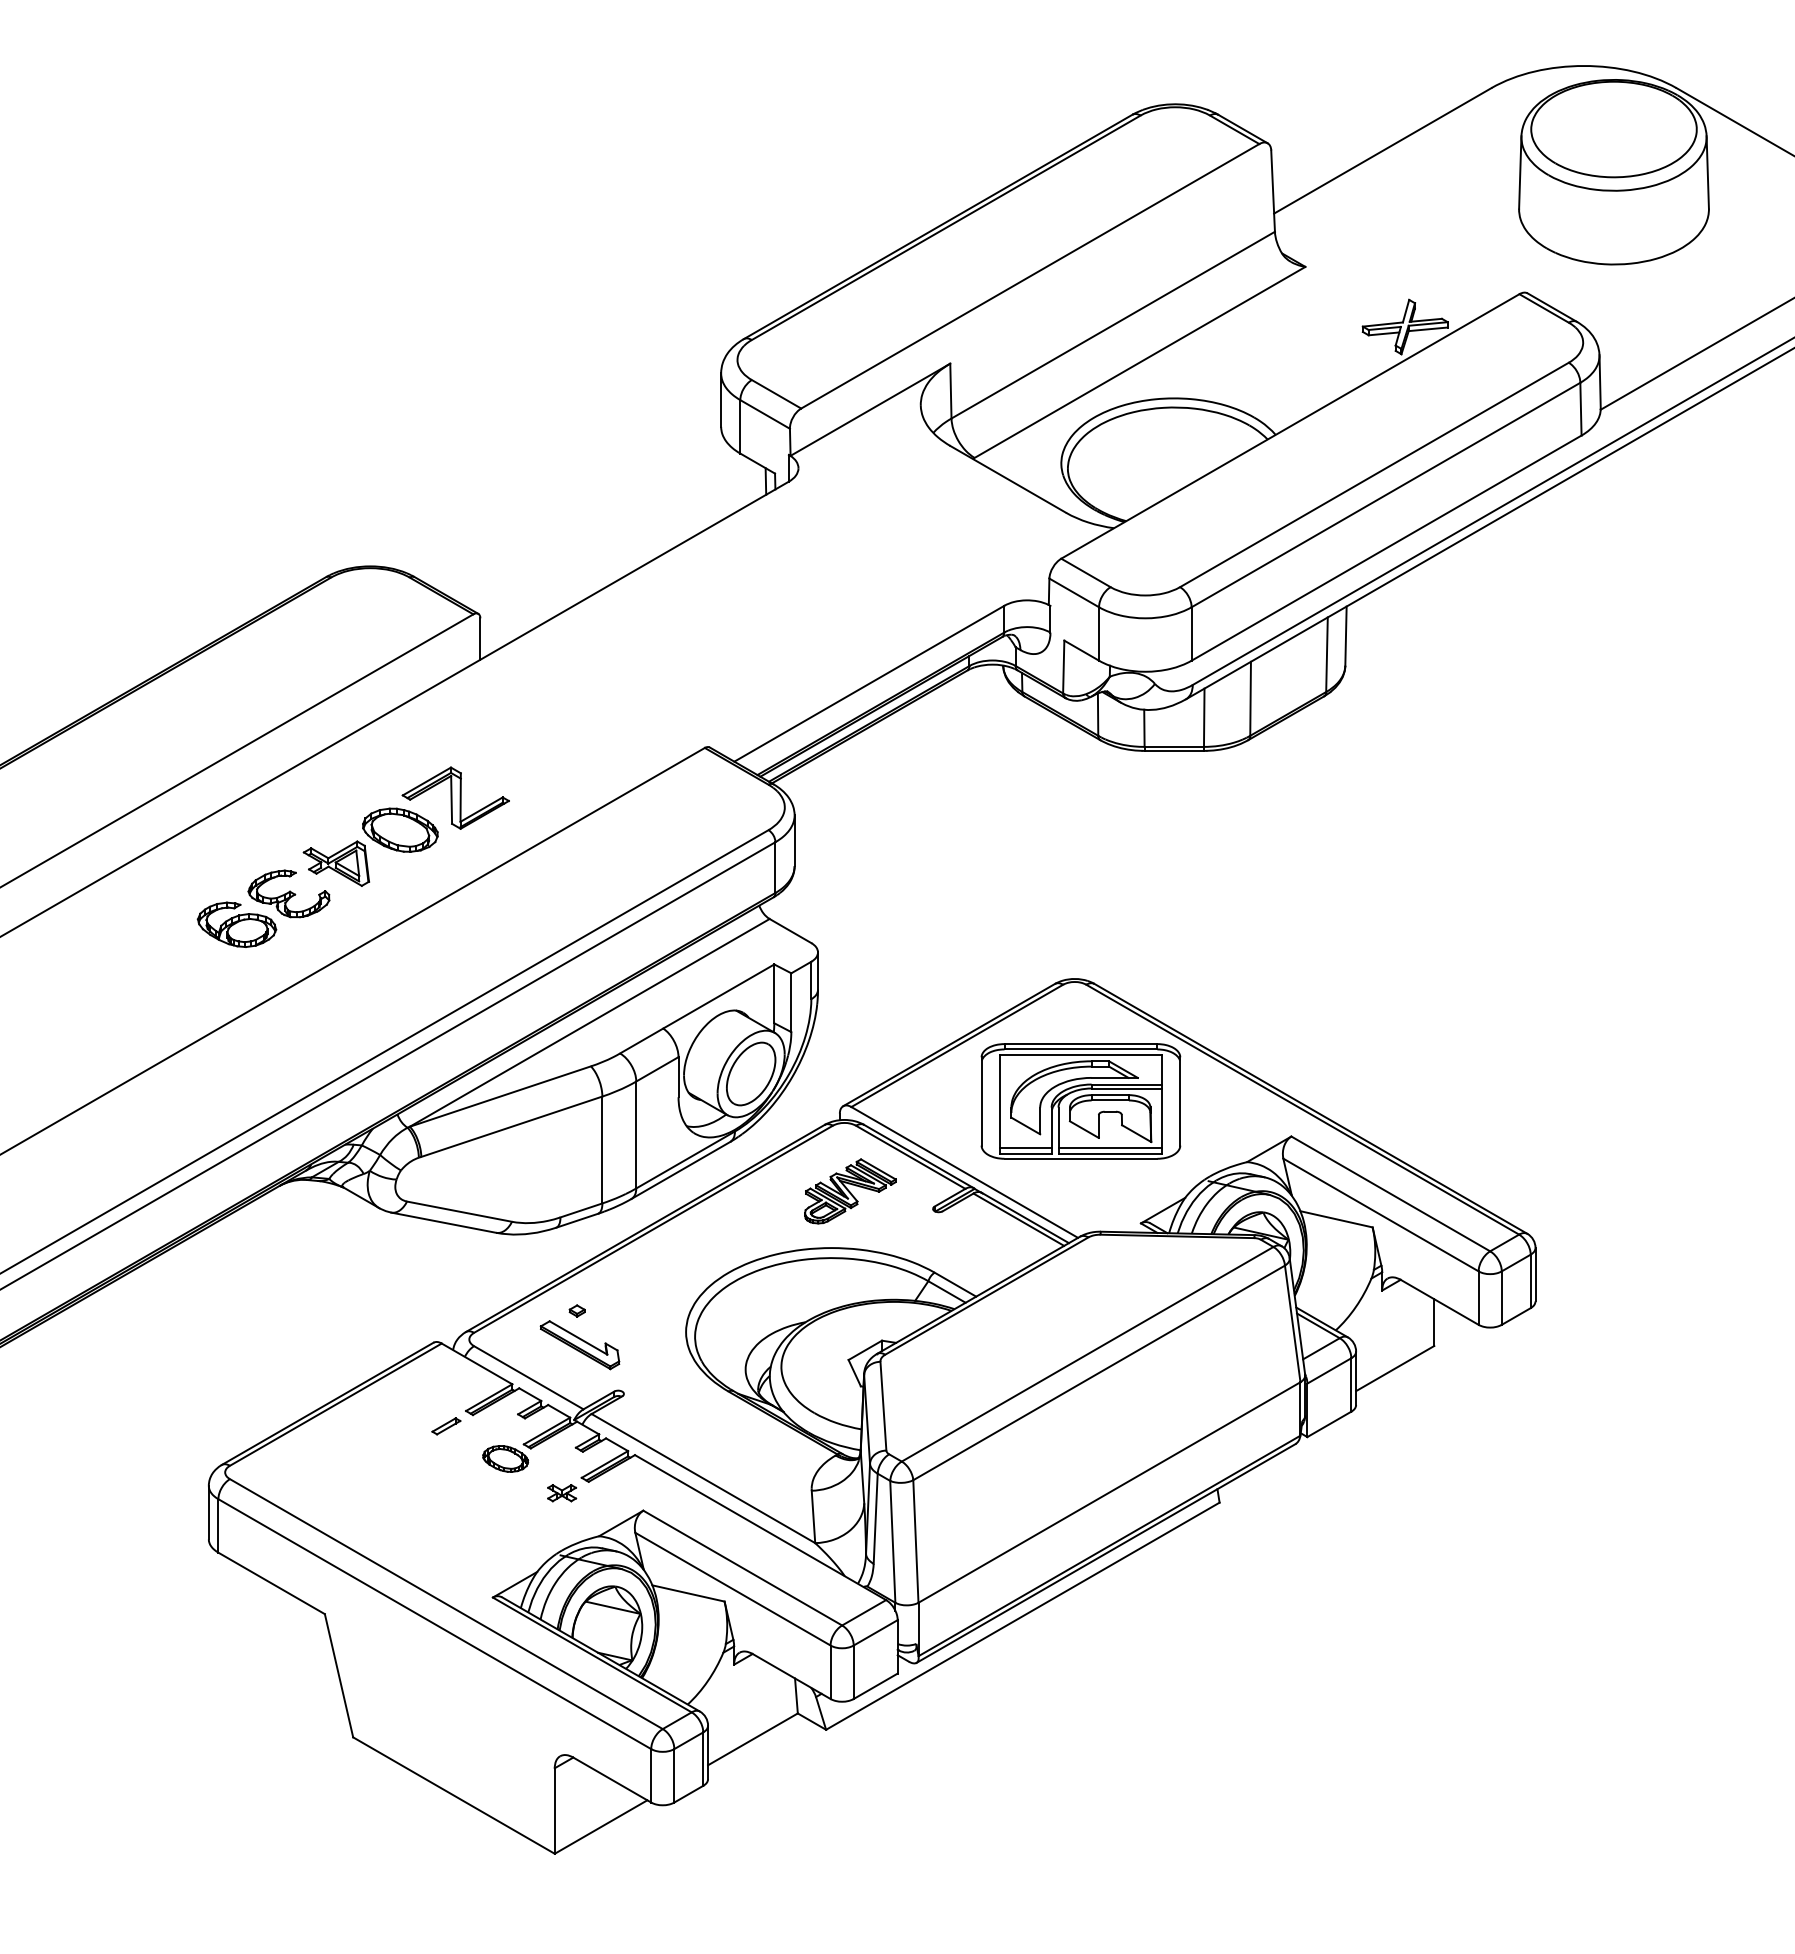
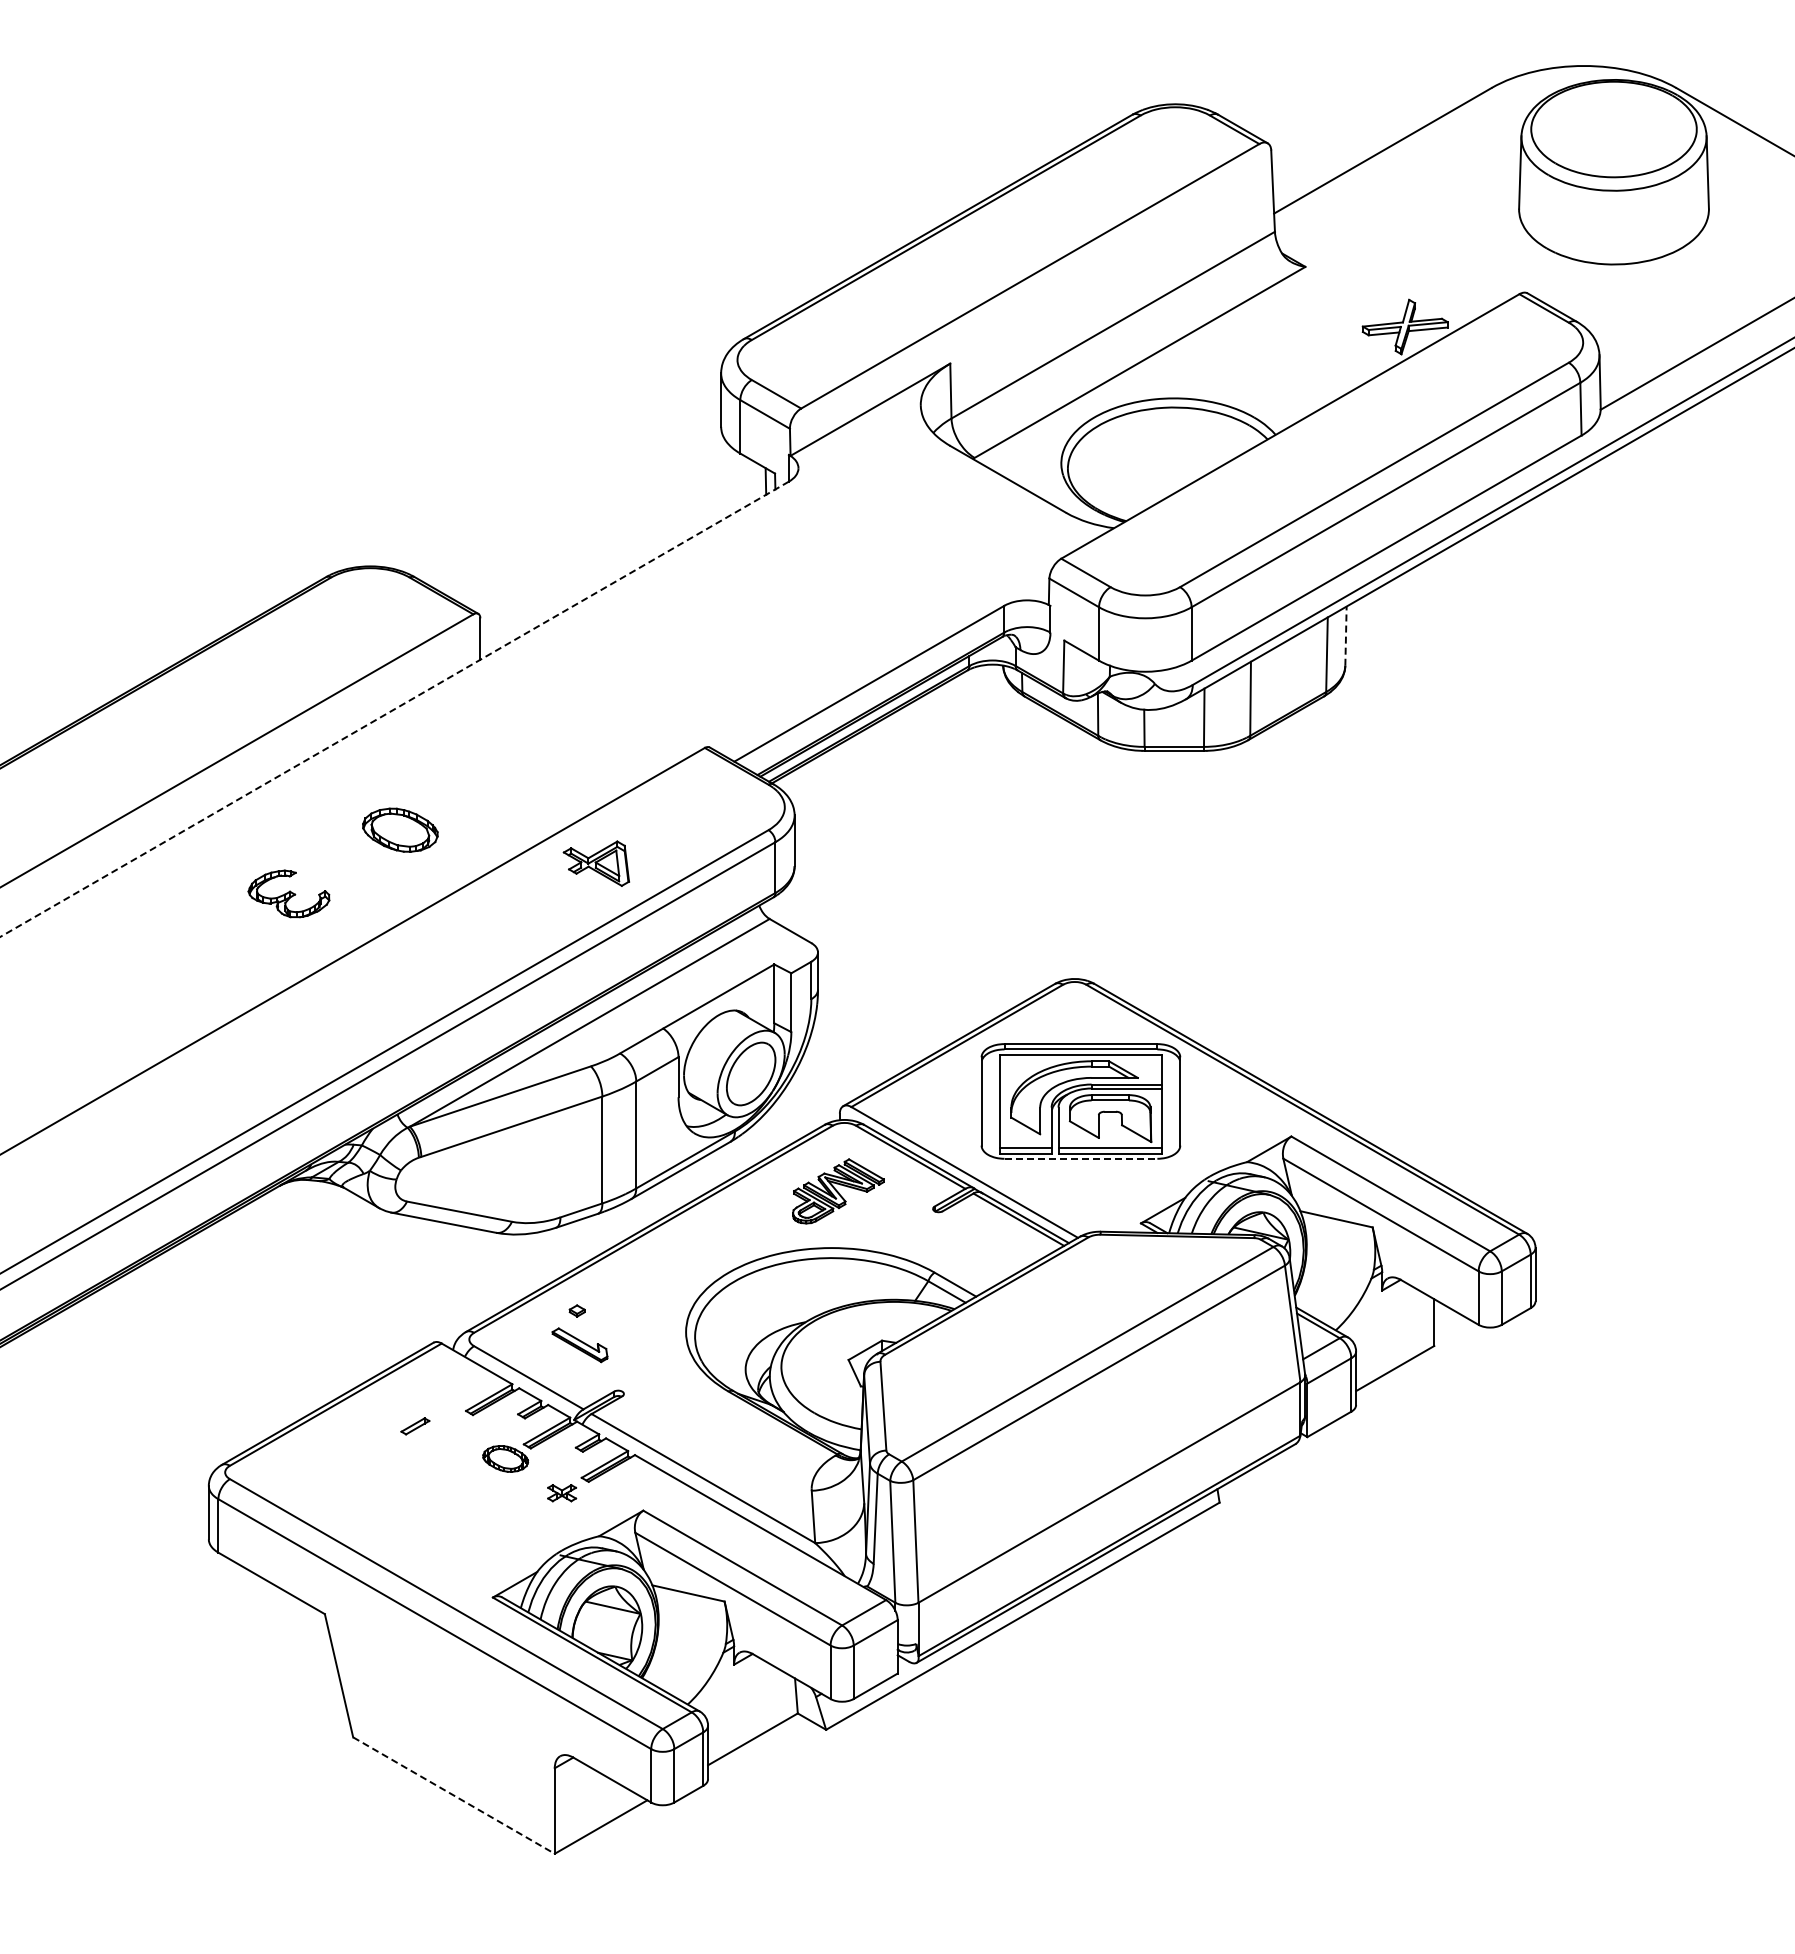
line at (1345, 636): solid -> dashed
line at (394, 709): solid -> dashed
part at (455, 797): present -> none
part at (335, 863) position: (335, 863) -> (595, 863)
part at (236, 924): present -> none
line at (1081, 1158): solid -> dashed
part at (850, 1191) position: (850, 1191) -> (838, 1191)
part at (579, 1345) size: 82x51 px -> 58x37 px
part at (446, 1426) position: (446, 1426) -> (415, 1426)
line at (454, 1795): solid -> dashed
